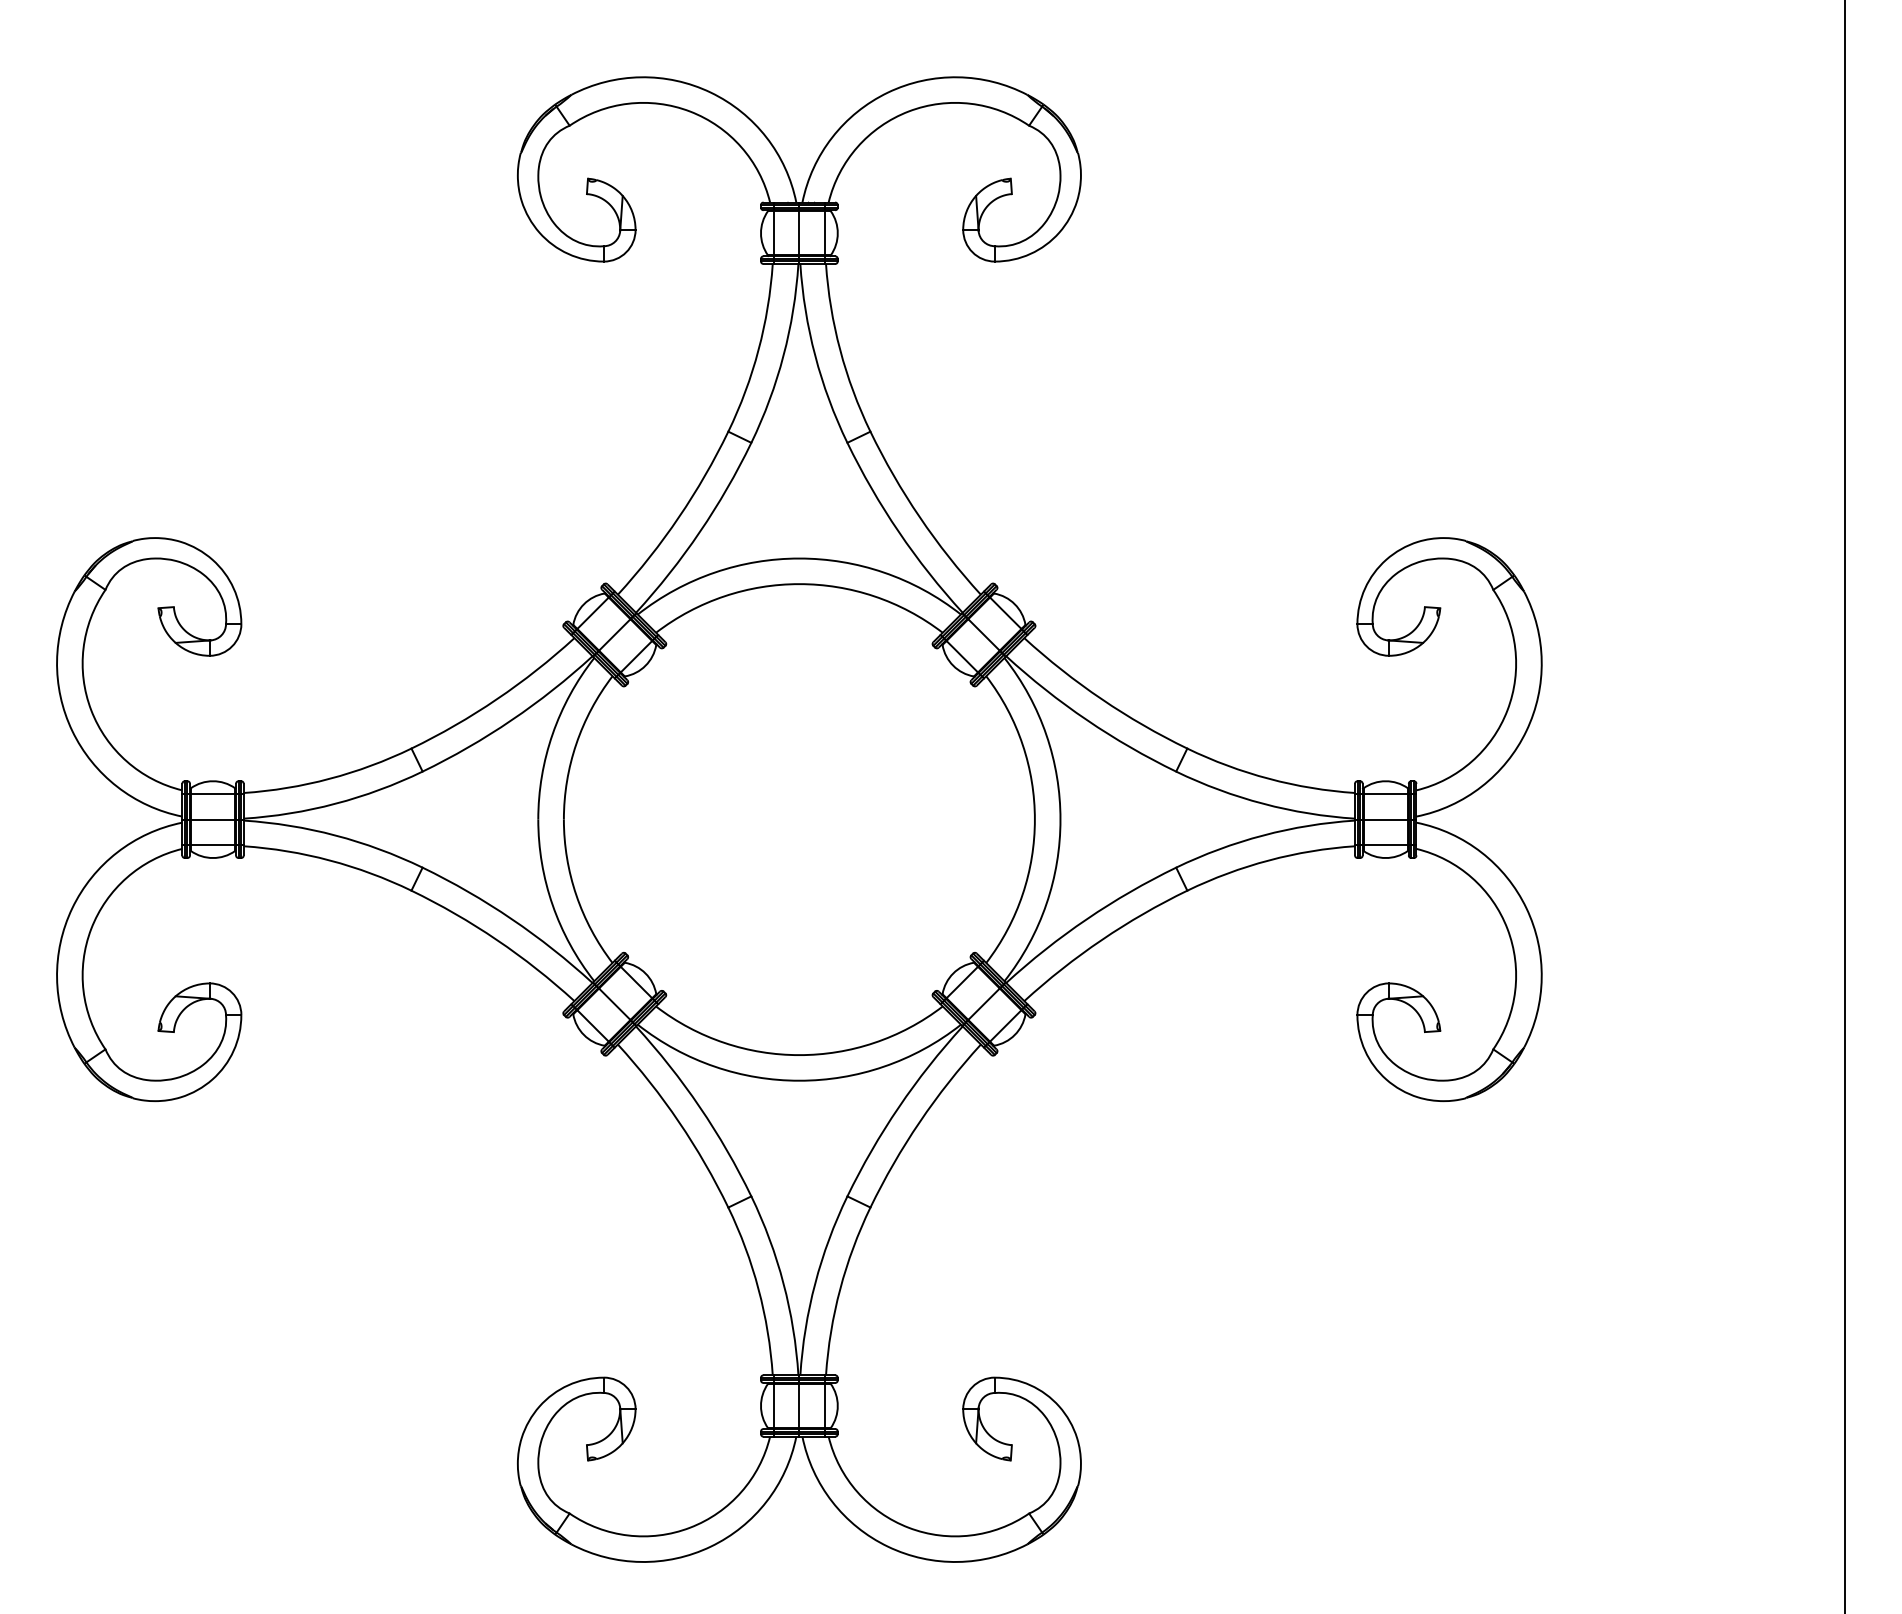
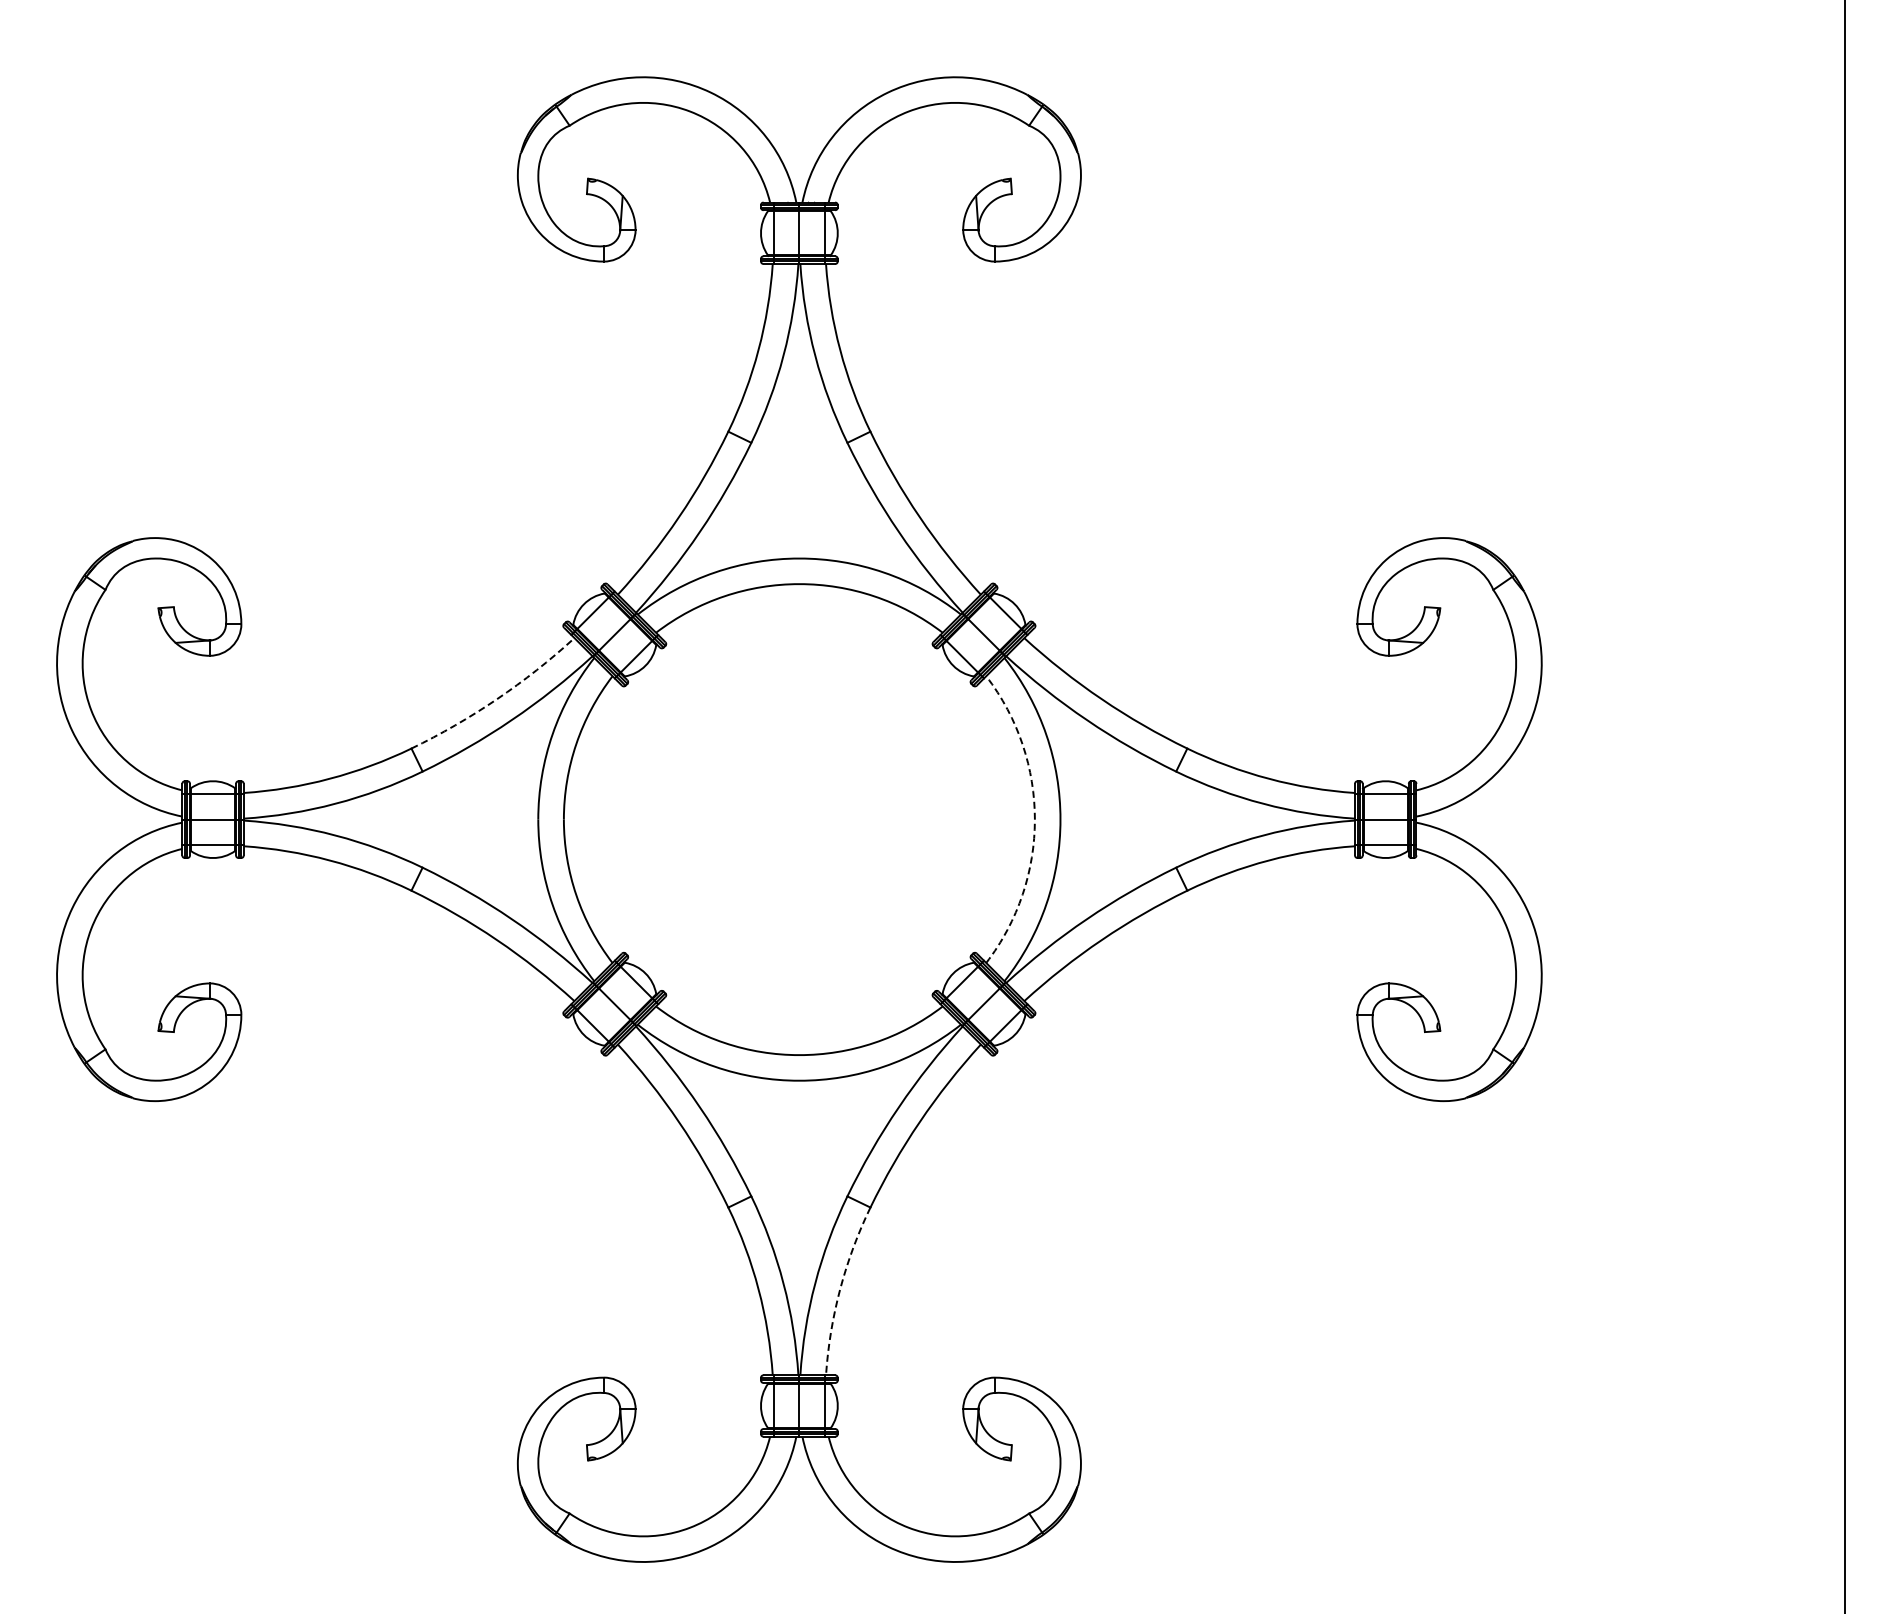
arc at (496, 699): solid -> dashed
arc at (1034, 819): solid -> dashed
arc at (840, 1289): solid -> dashed
